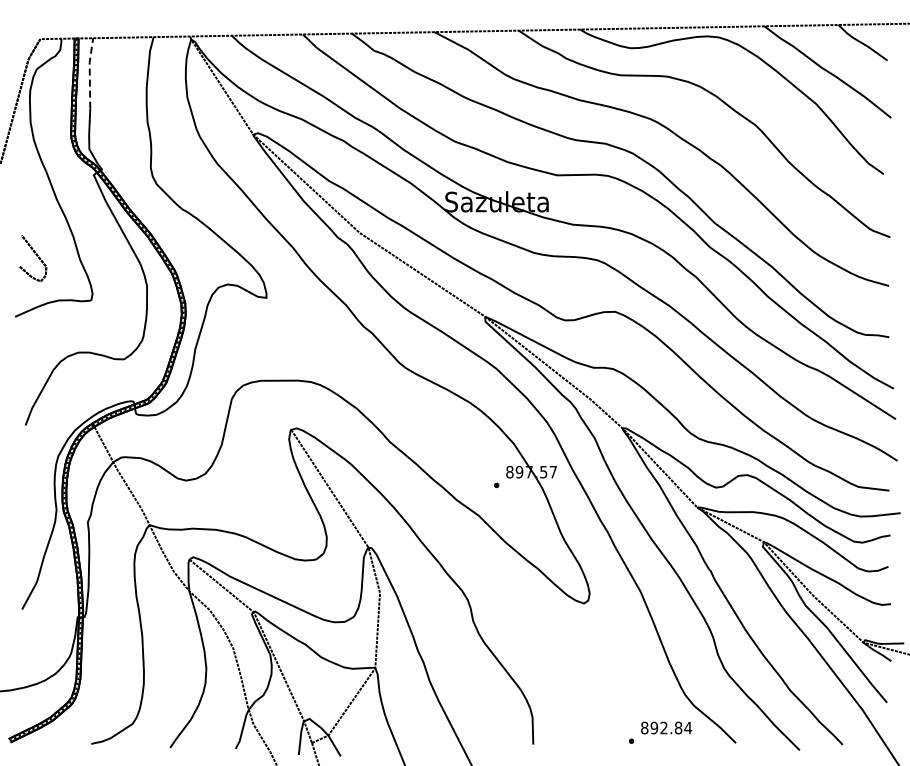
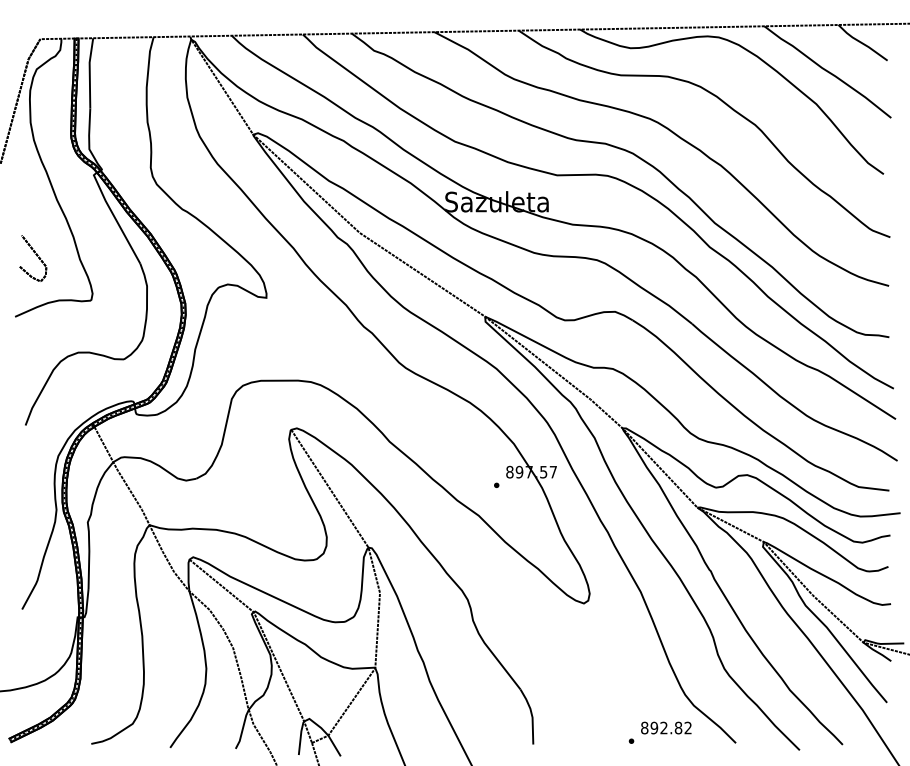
line at (89, 72): dashed -> solid
text at (688, 727): 892.84 -> 892.82
